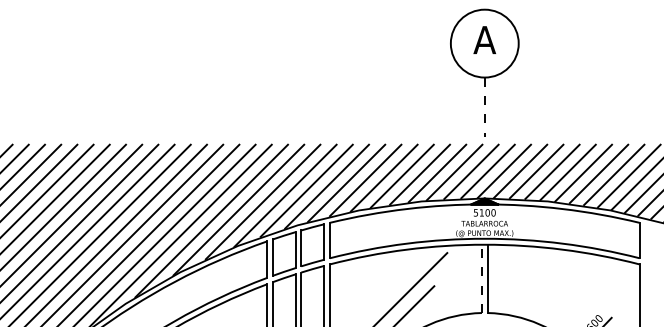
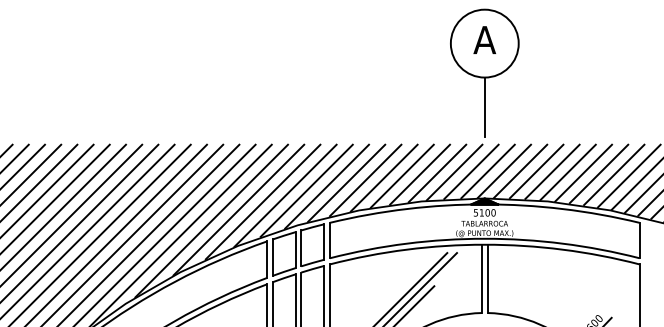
line at (484, 107): dashed -> solid
line at (481, 278): dashed -> solid
line at (421, 288): none -> present
